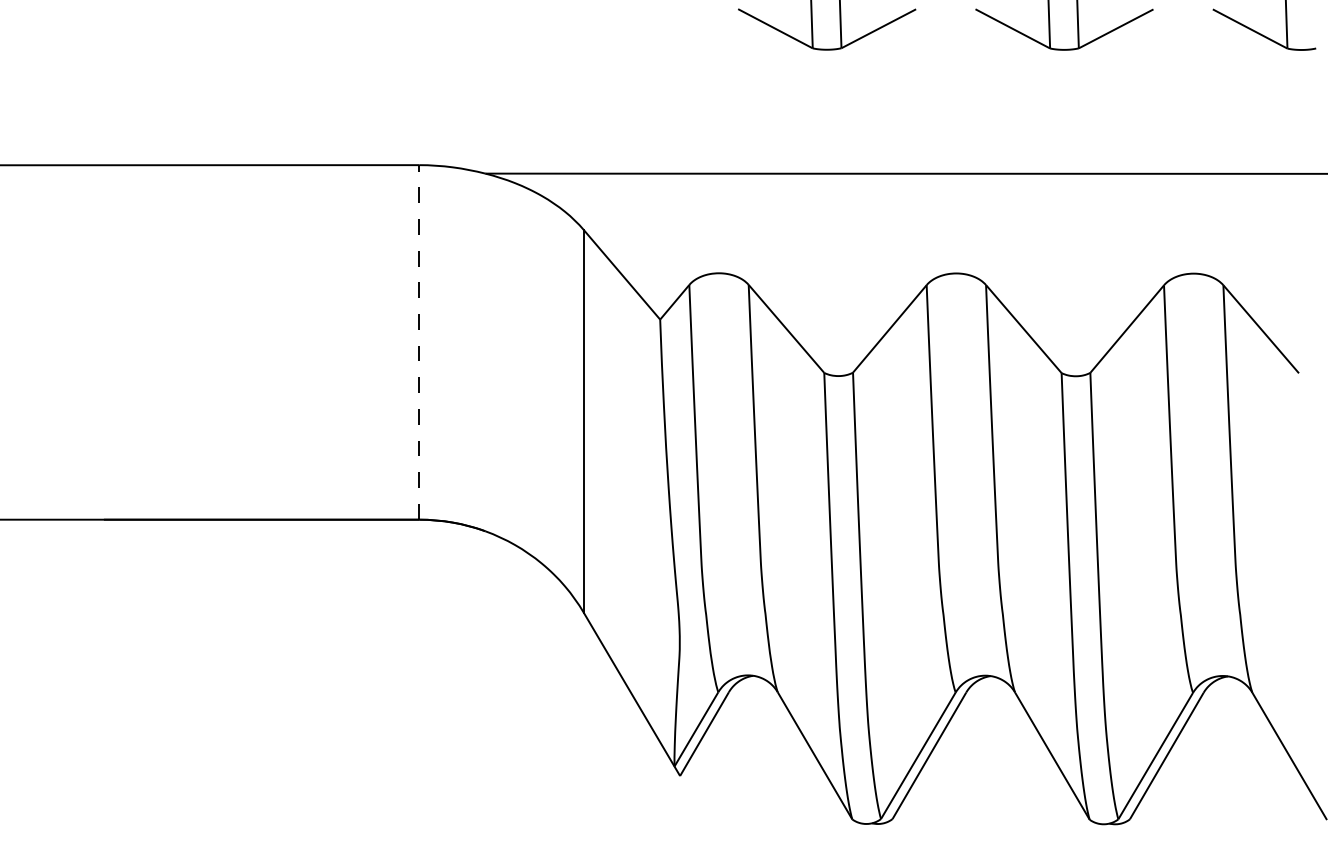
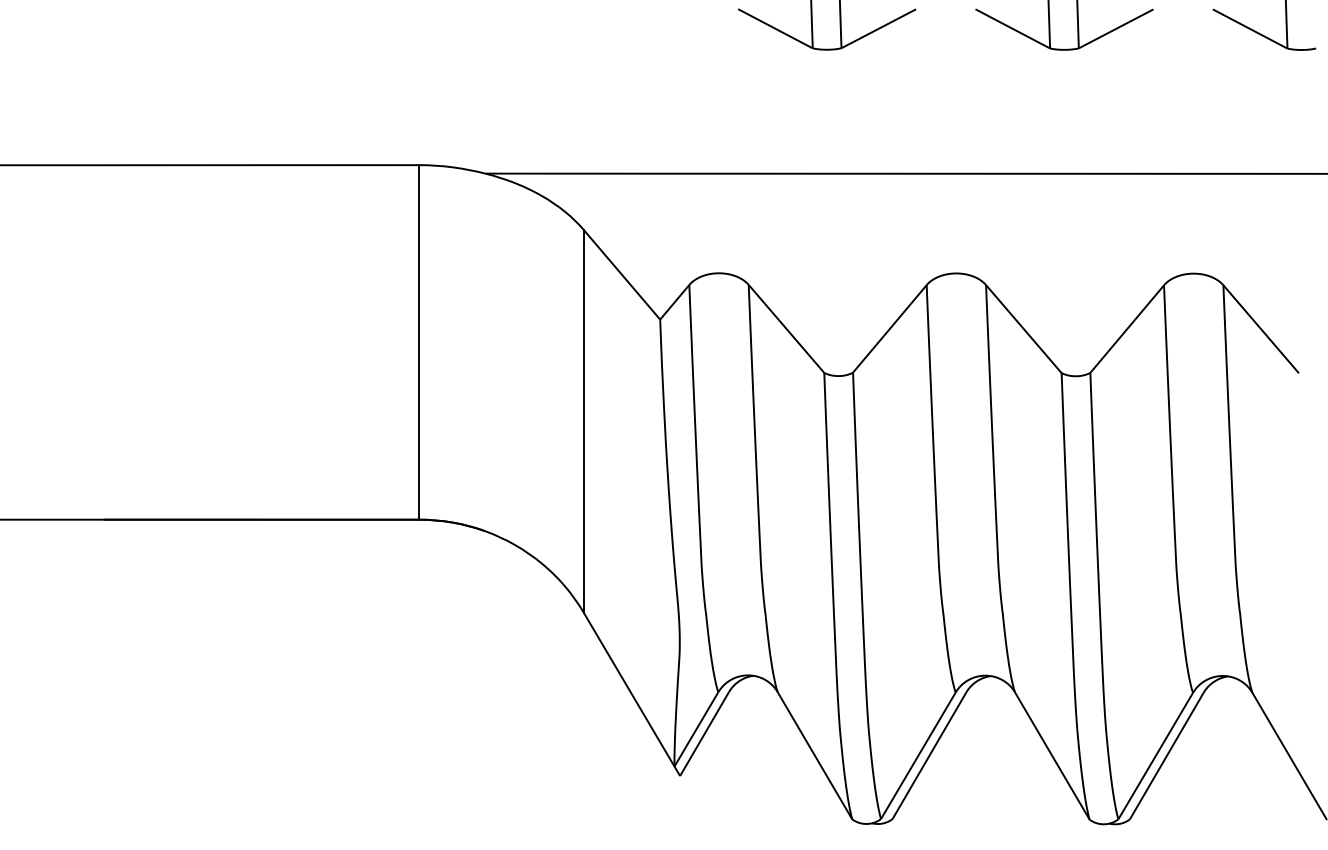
line at (419, 341): dashed -> solid
